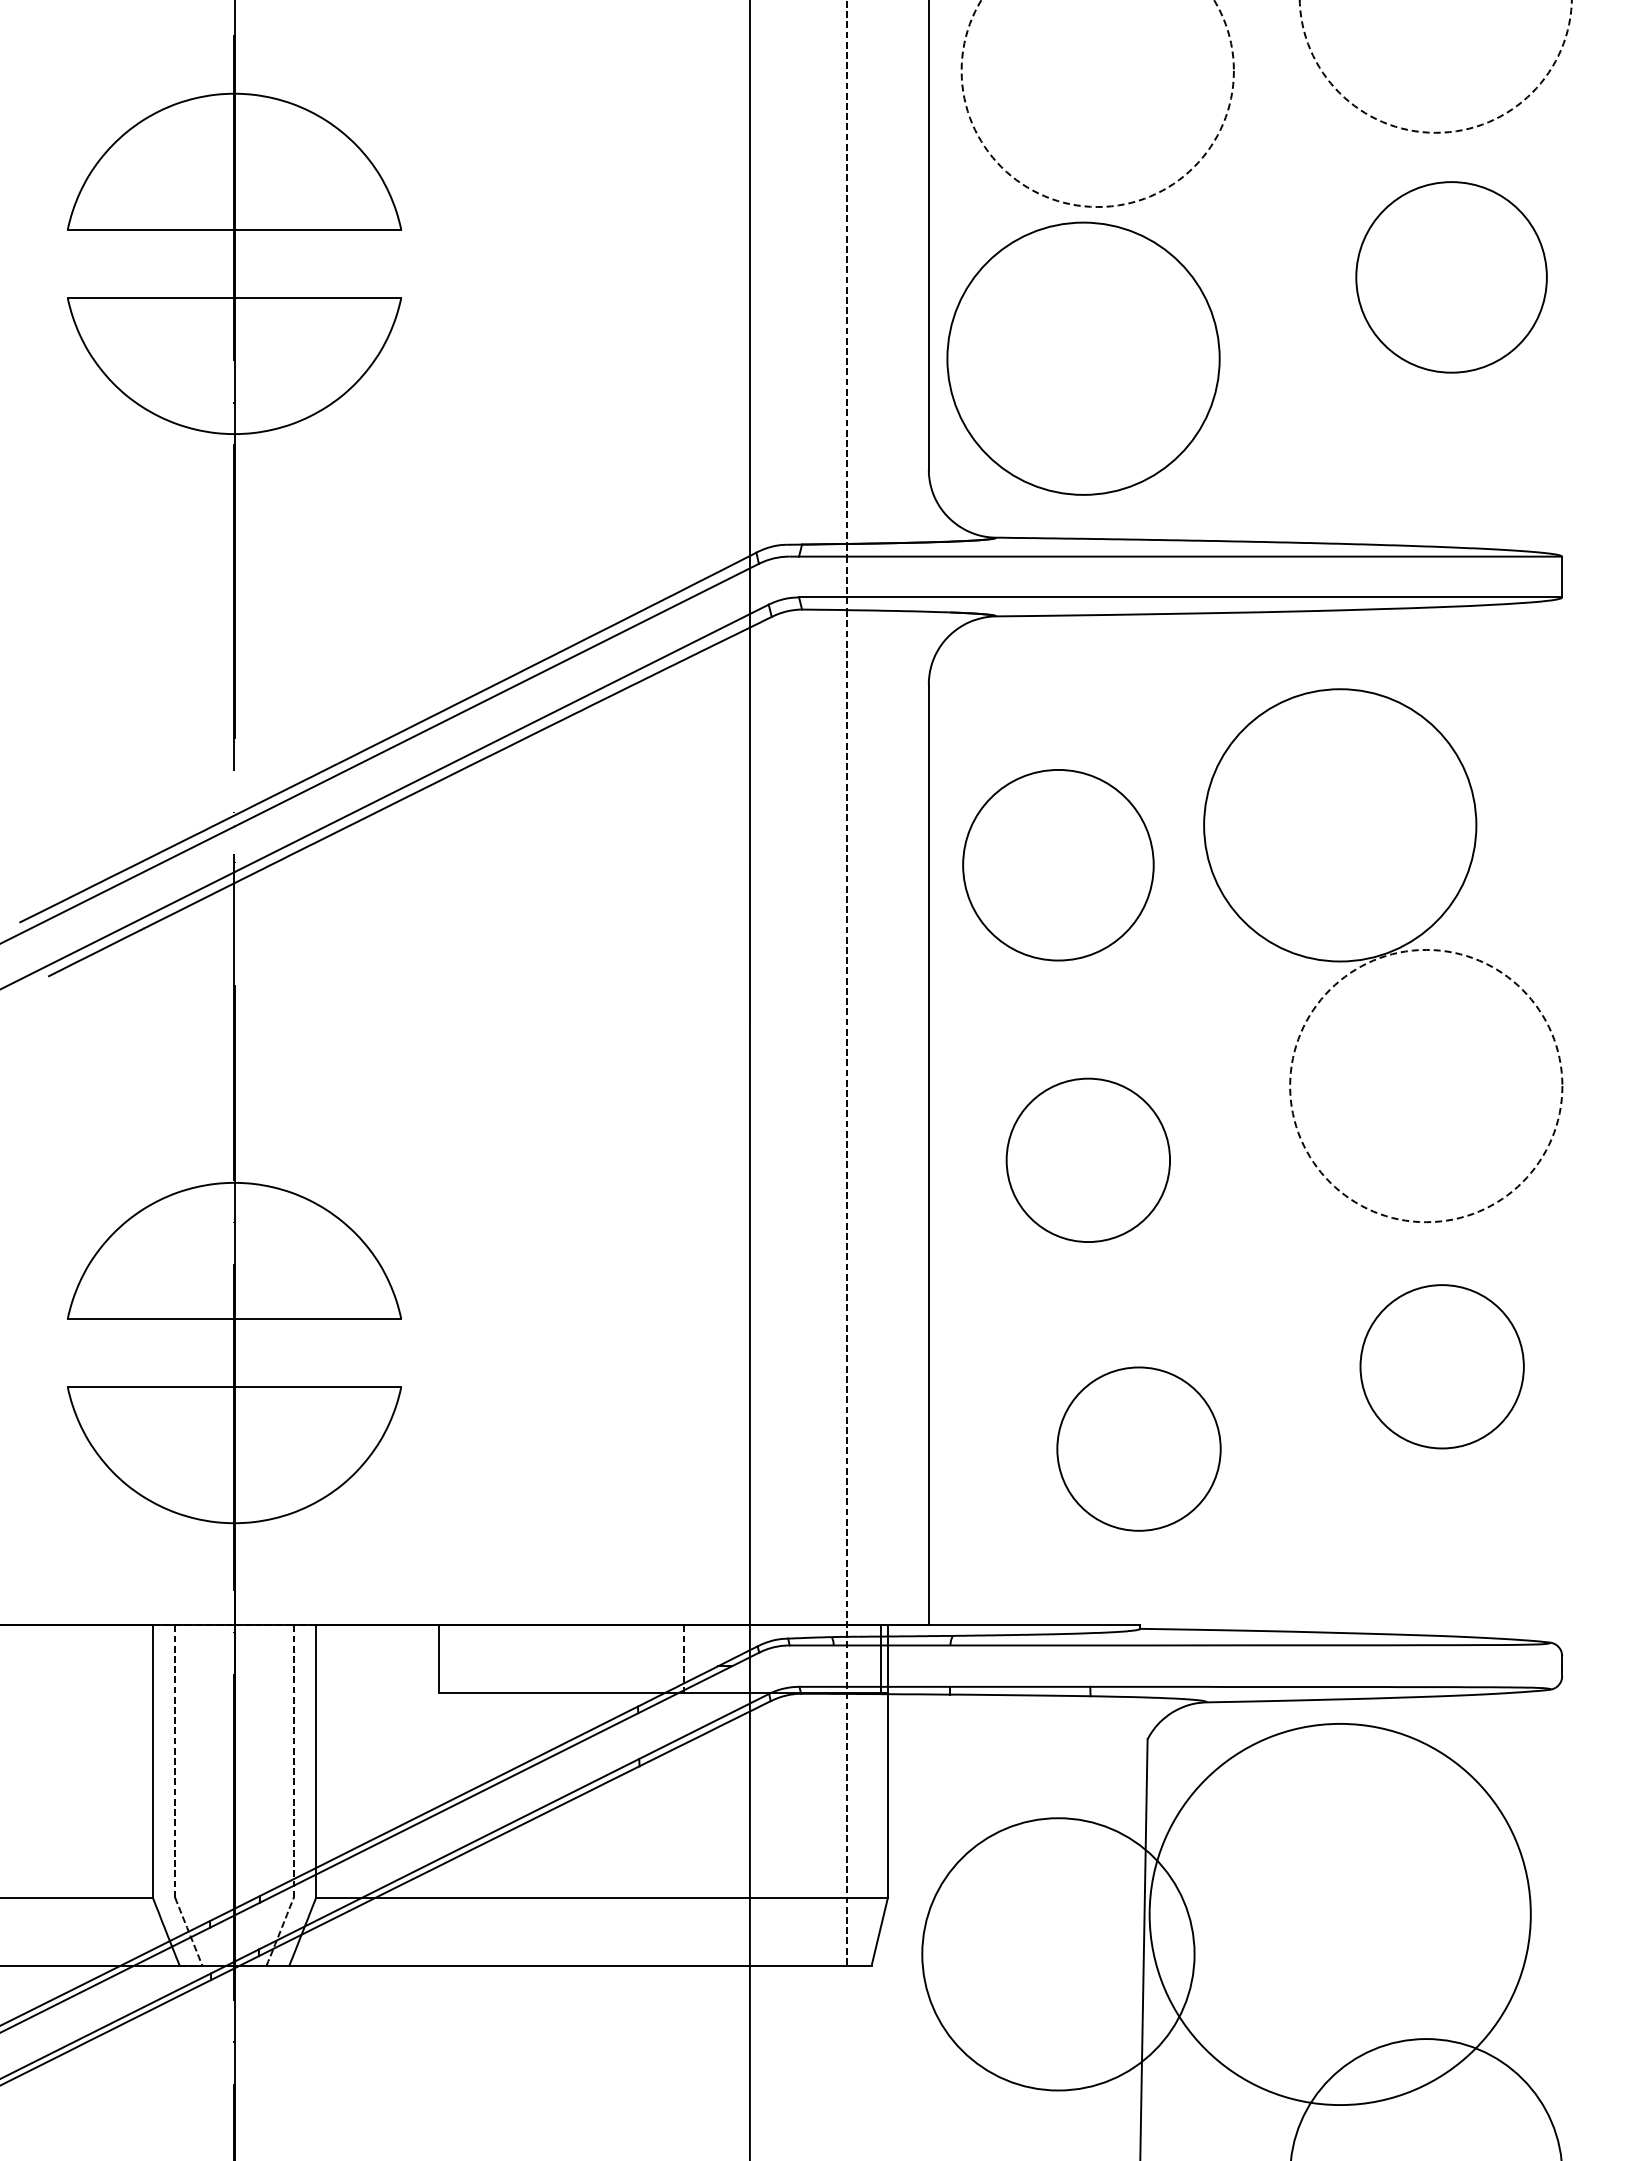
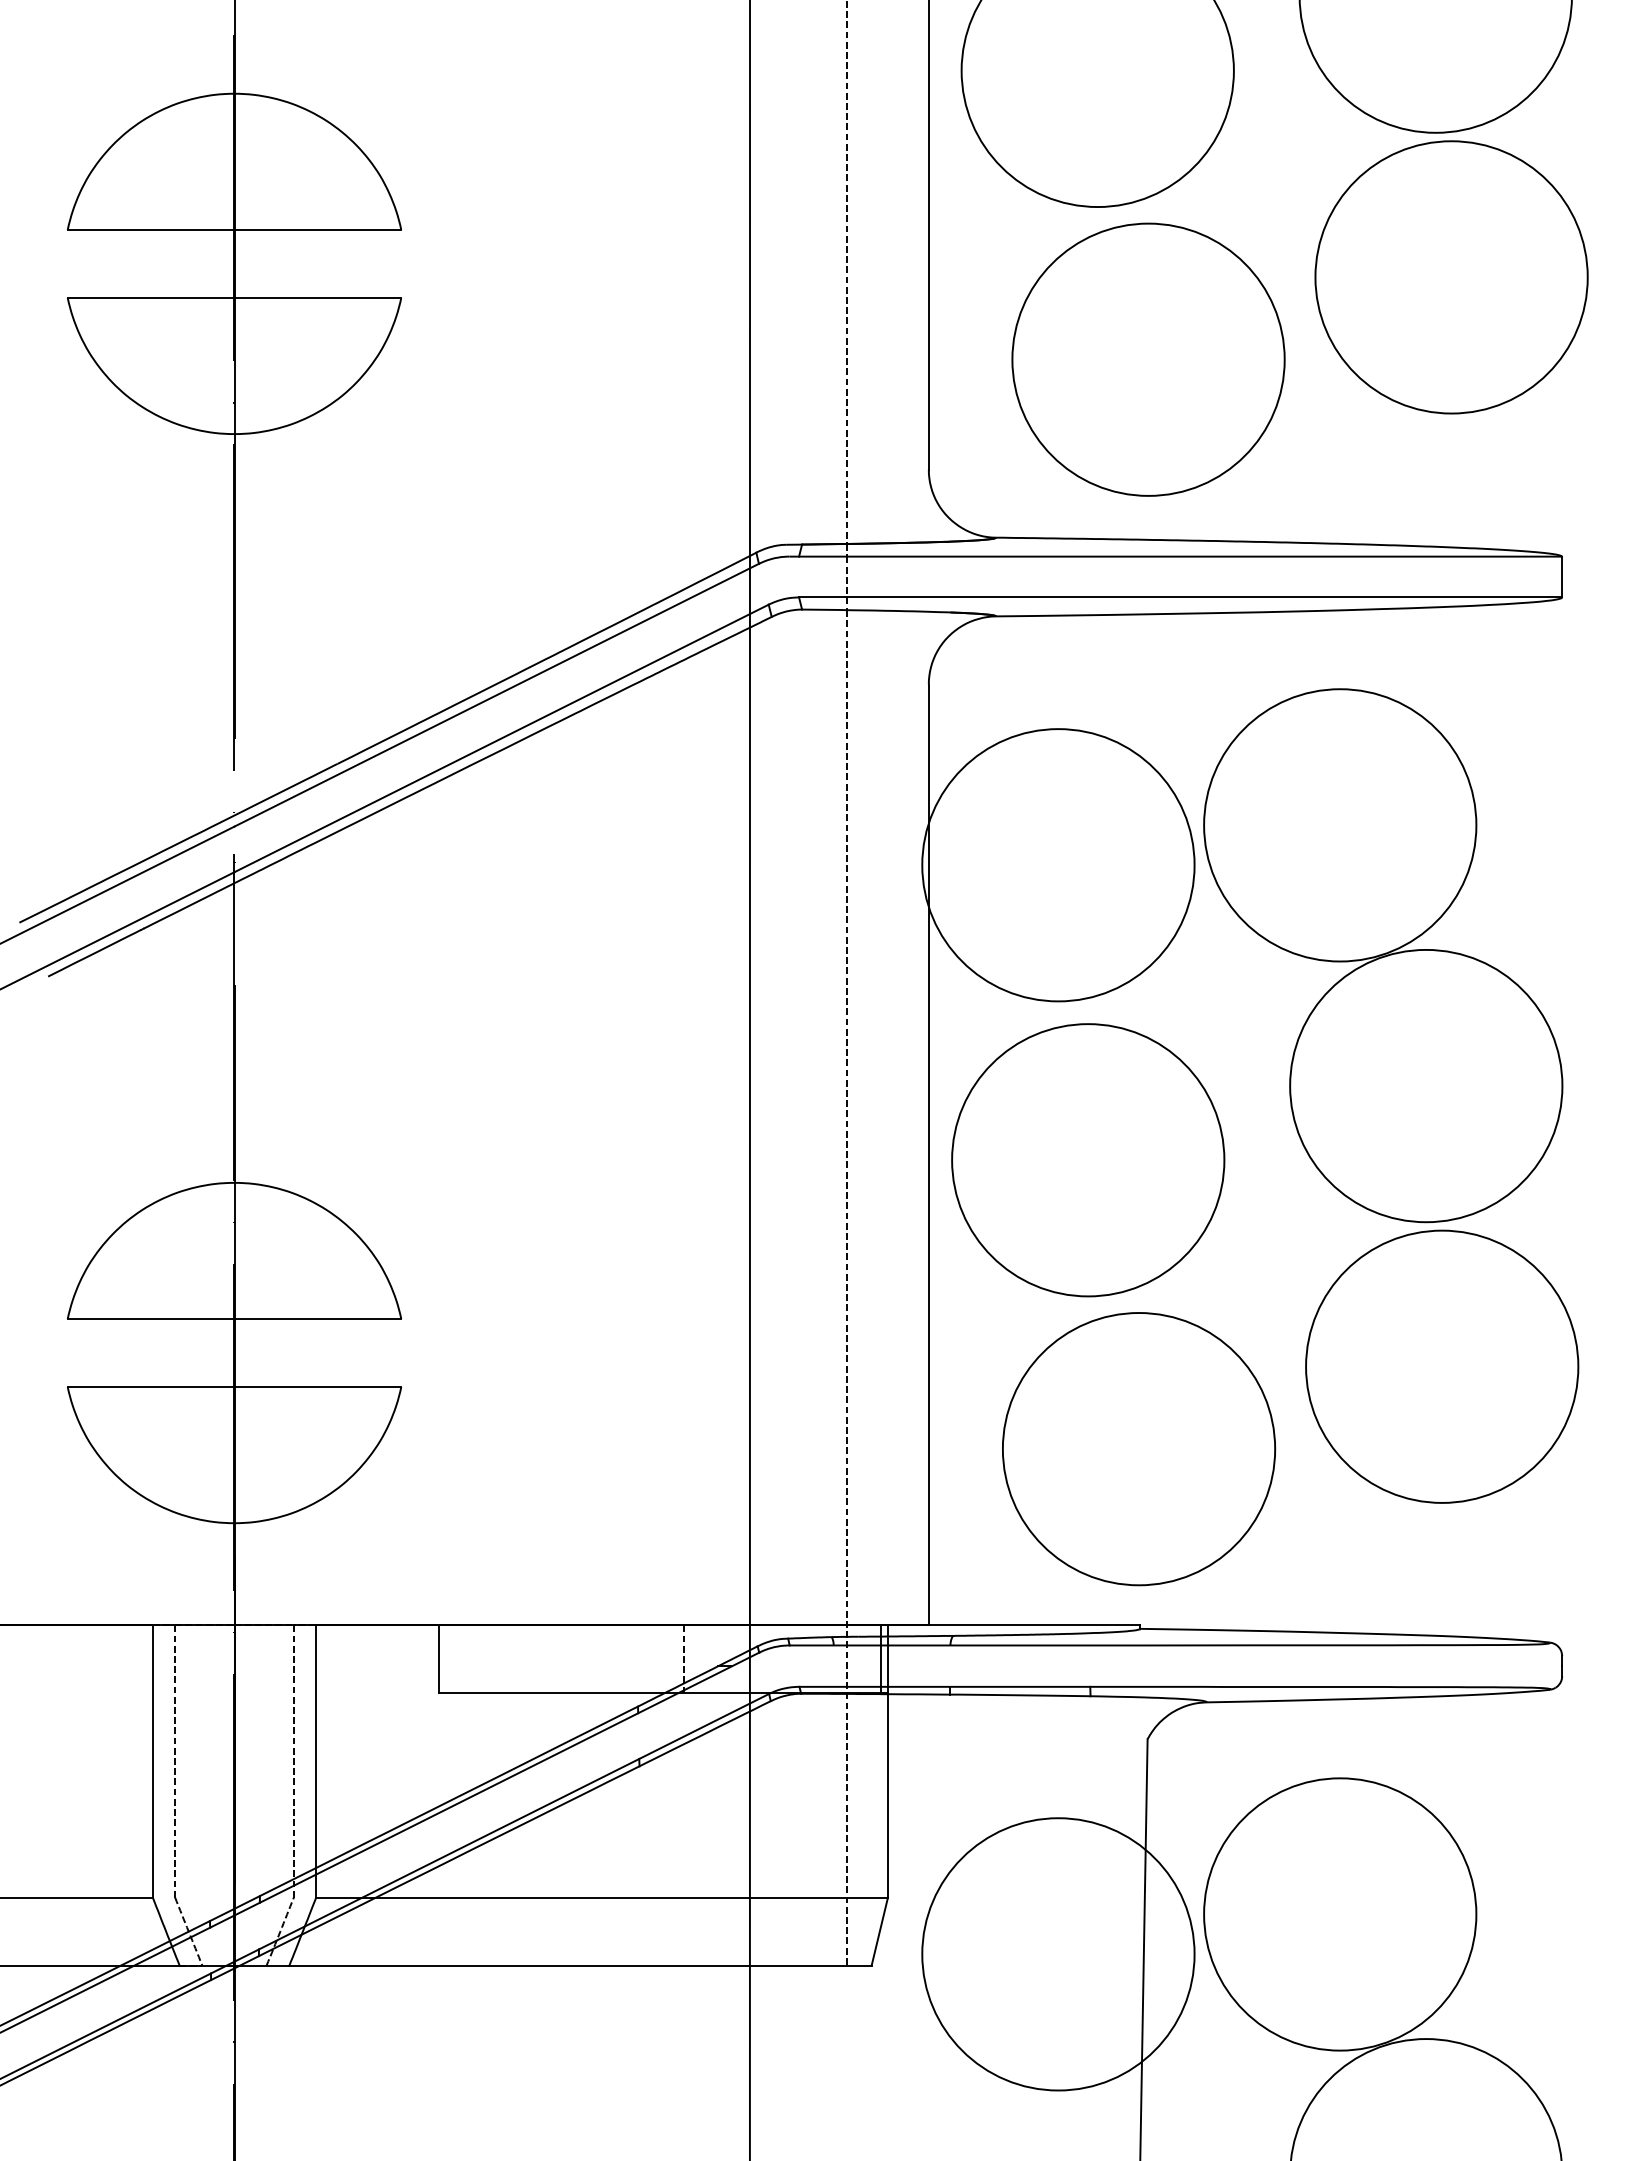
circle at (1435, 66): dashed -> solid
circle at (1097, 103): dashed -> solid
circle at (1451, 277) diameter: 191 px -> 272 px
circle at (1083, 358) position: (1083, 358) -> (1148, 359)
circle at (1058, 864) diameter: 191 px -> 272 px
circle at (1426, 1085): dashed -> solid
circle at (1087, 1159) size: 166x166 px -> 275x275 px
circle at (1441, 1366) diameter: 163 px -> 272 px
circle at (1138, 1448) diameter: 163 px -> 272 px
circle at (1339, 1914) diameter: 381 px -> 272 px
